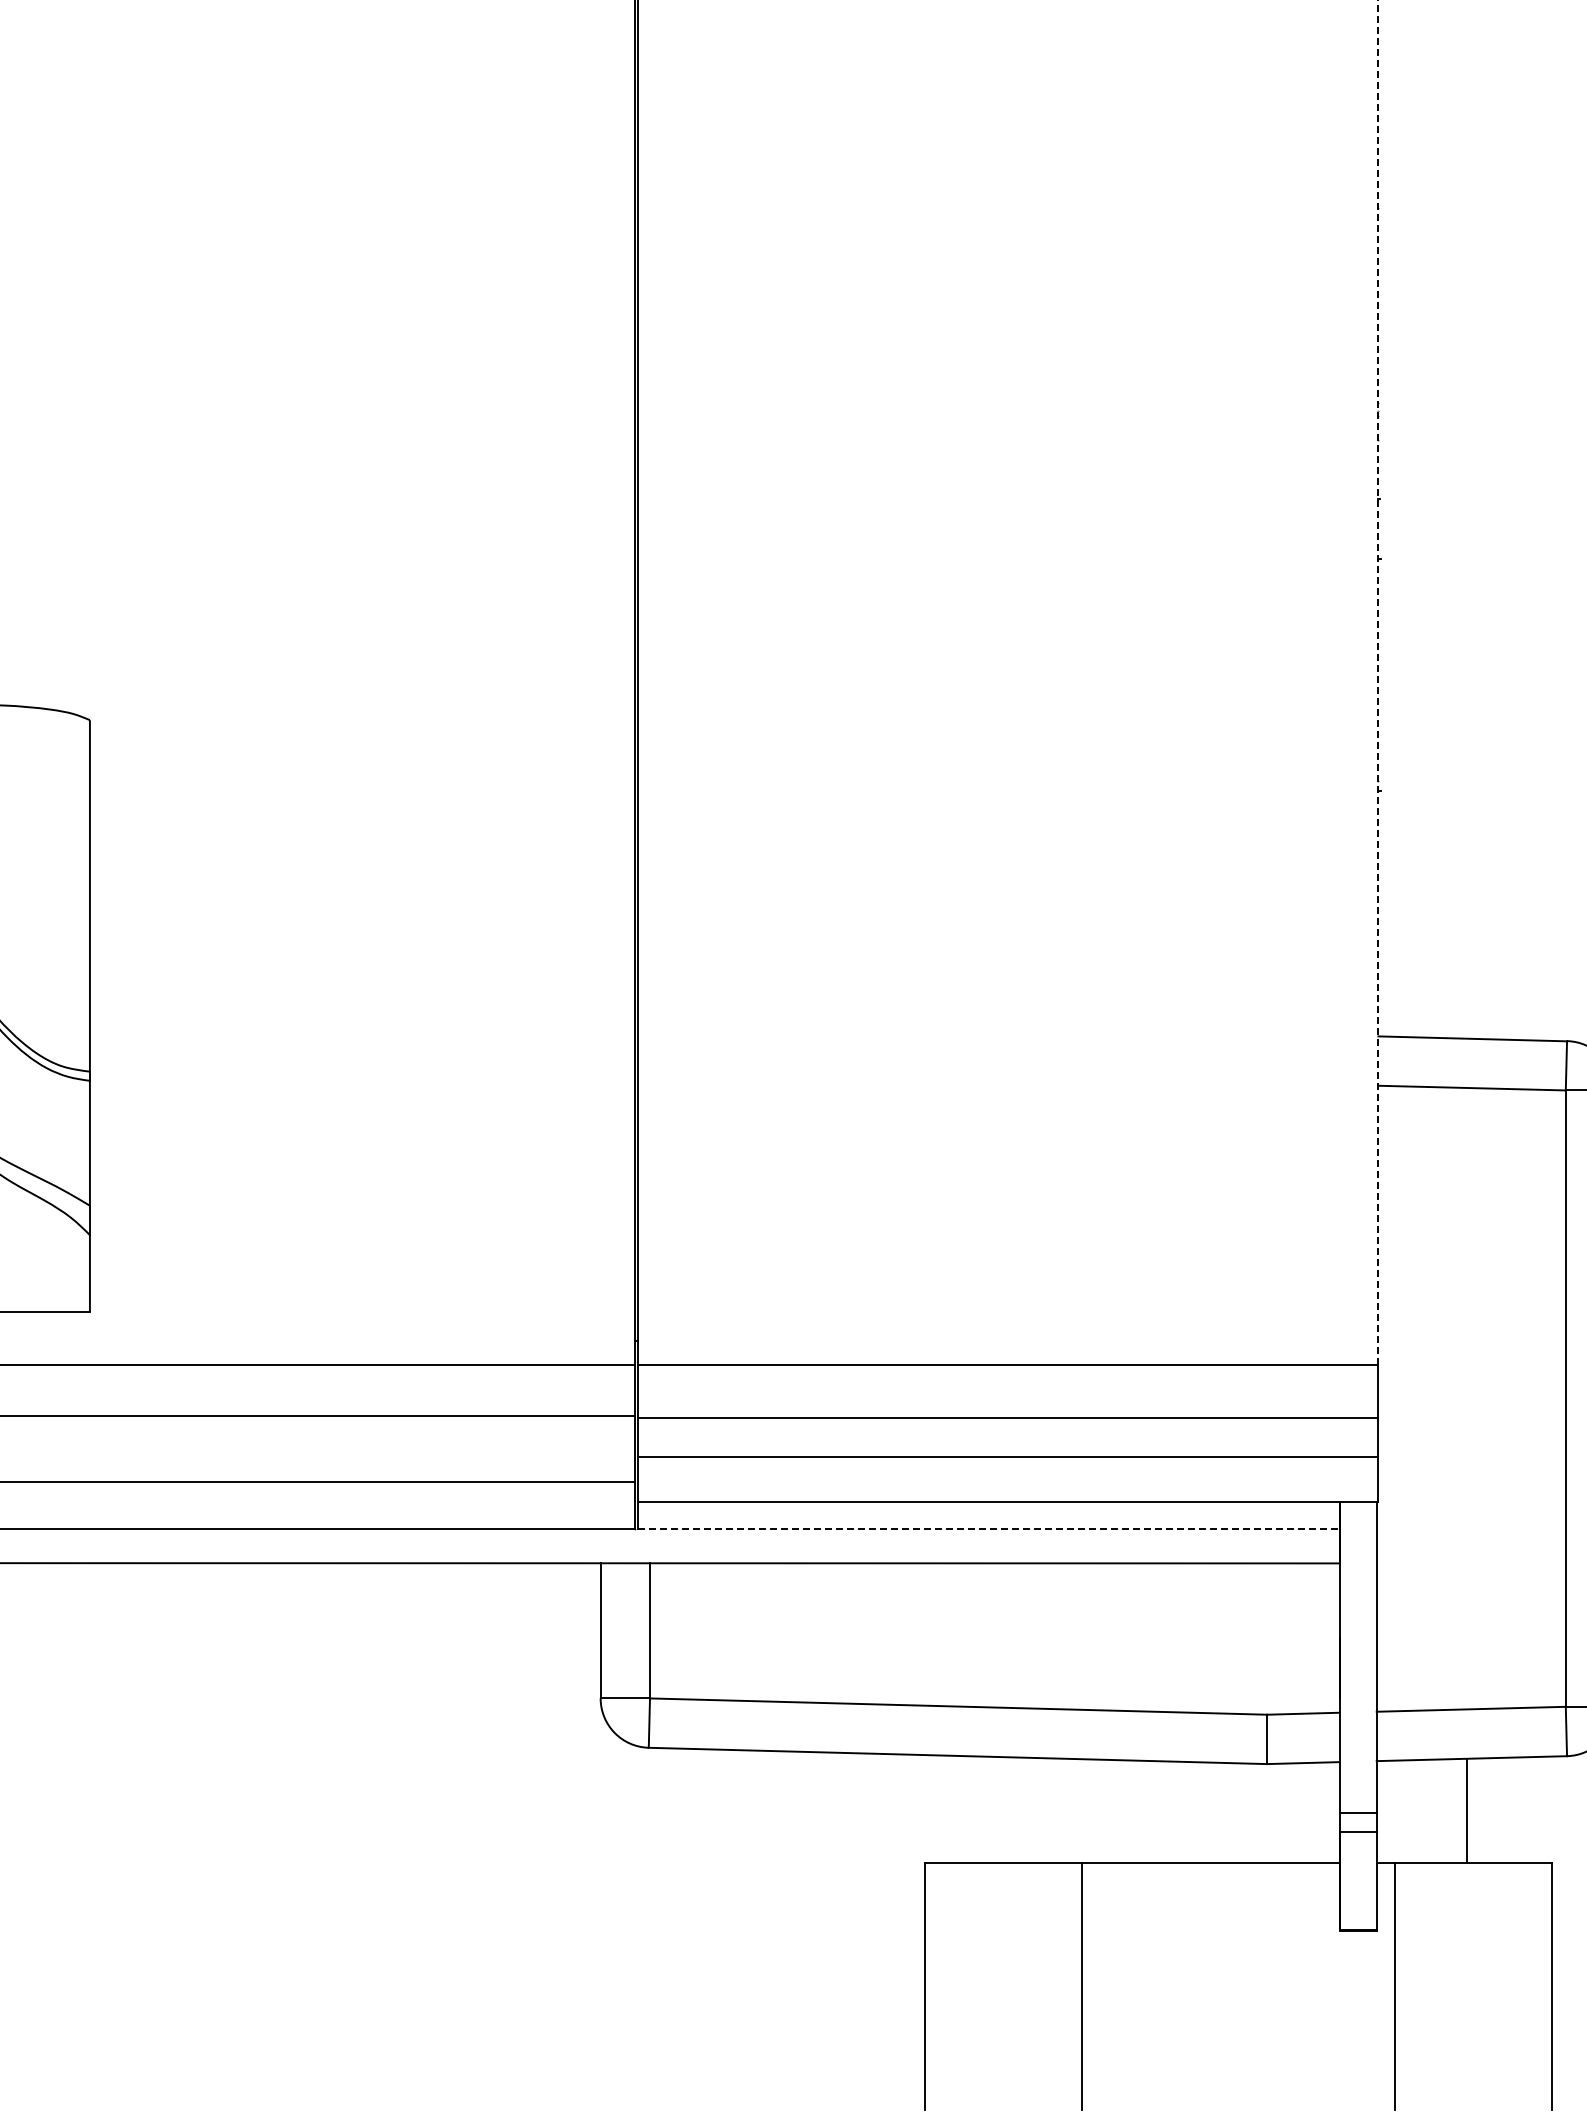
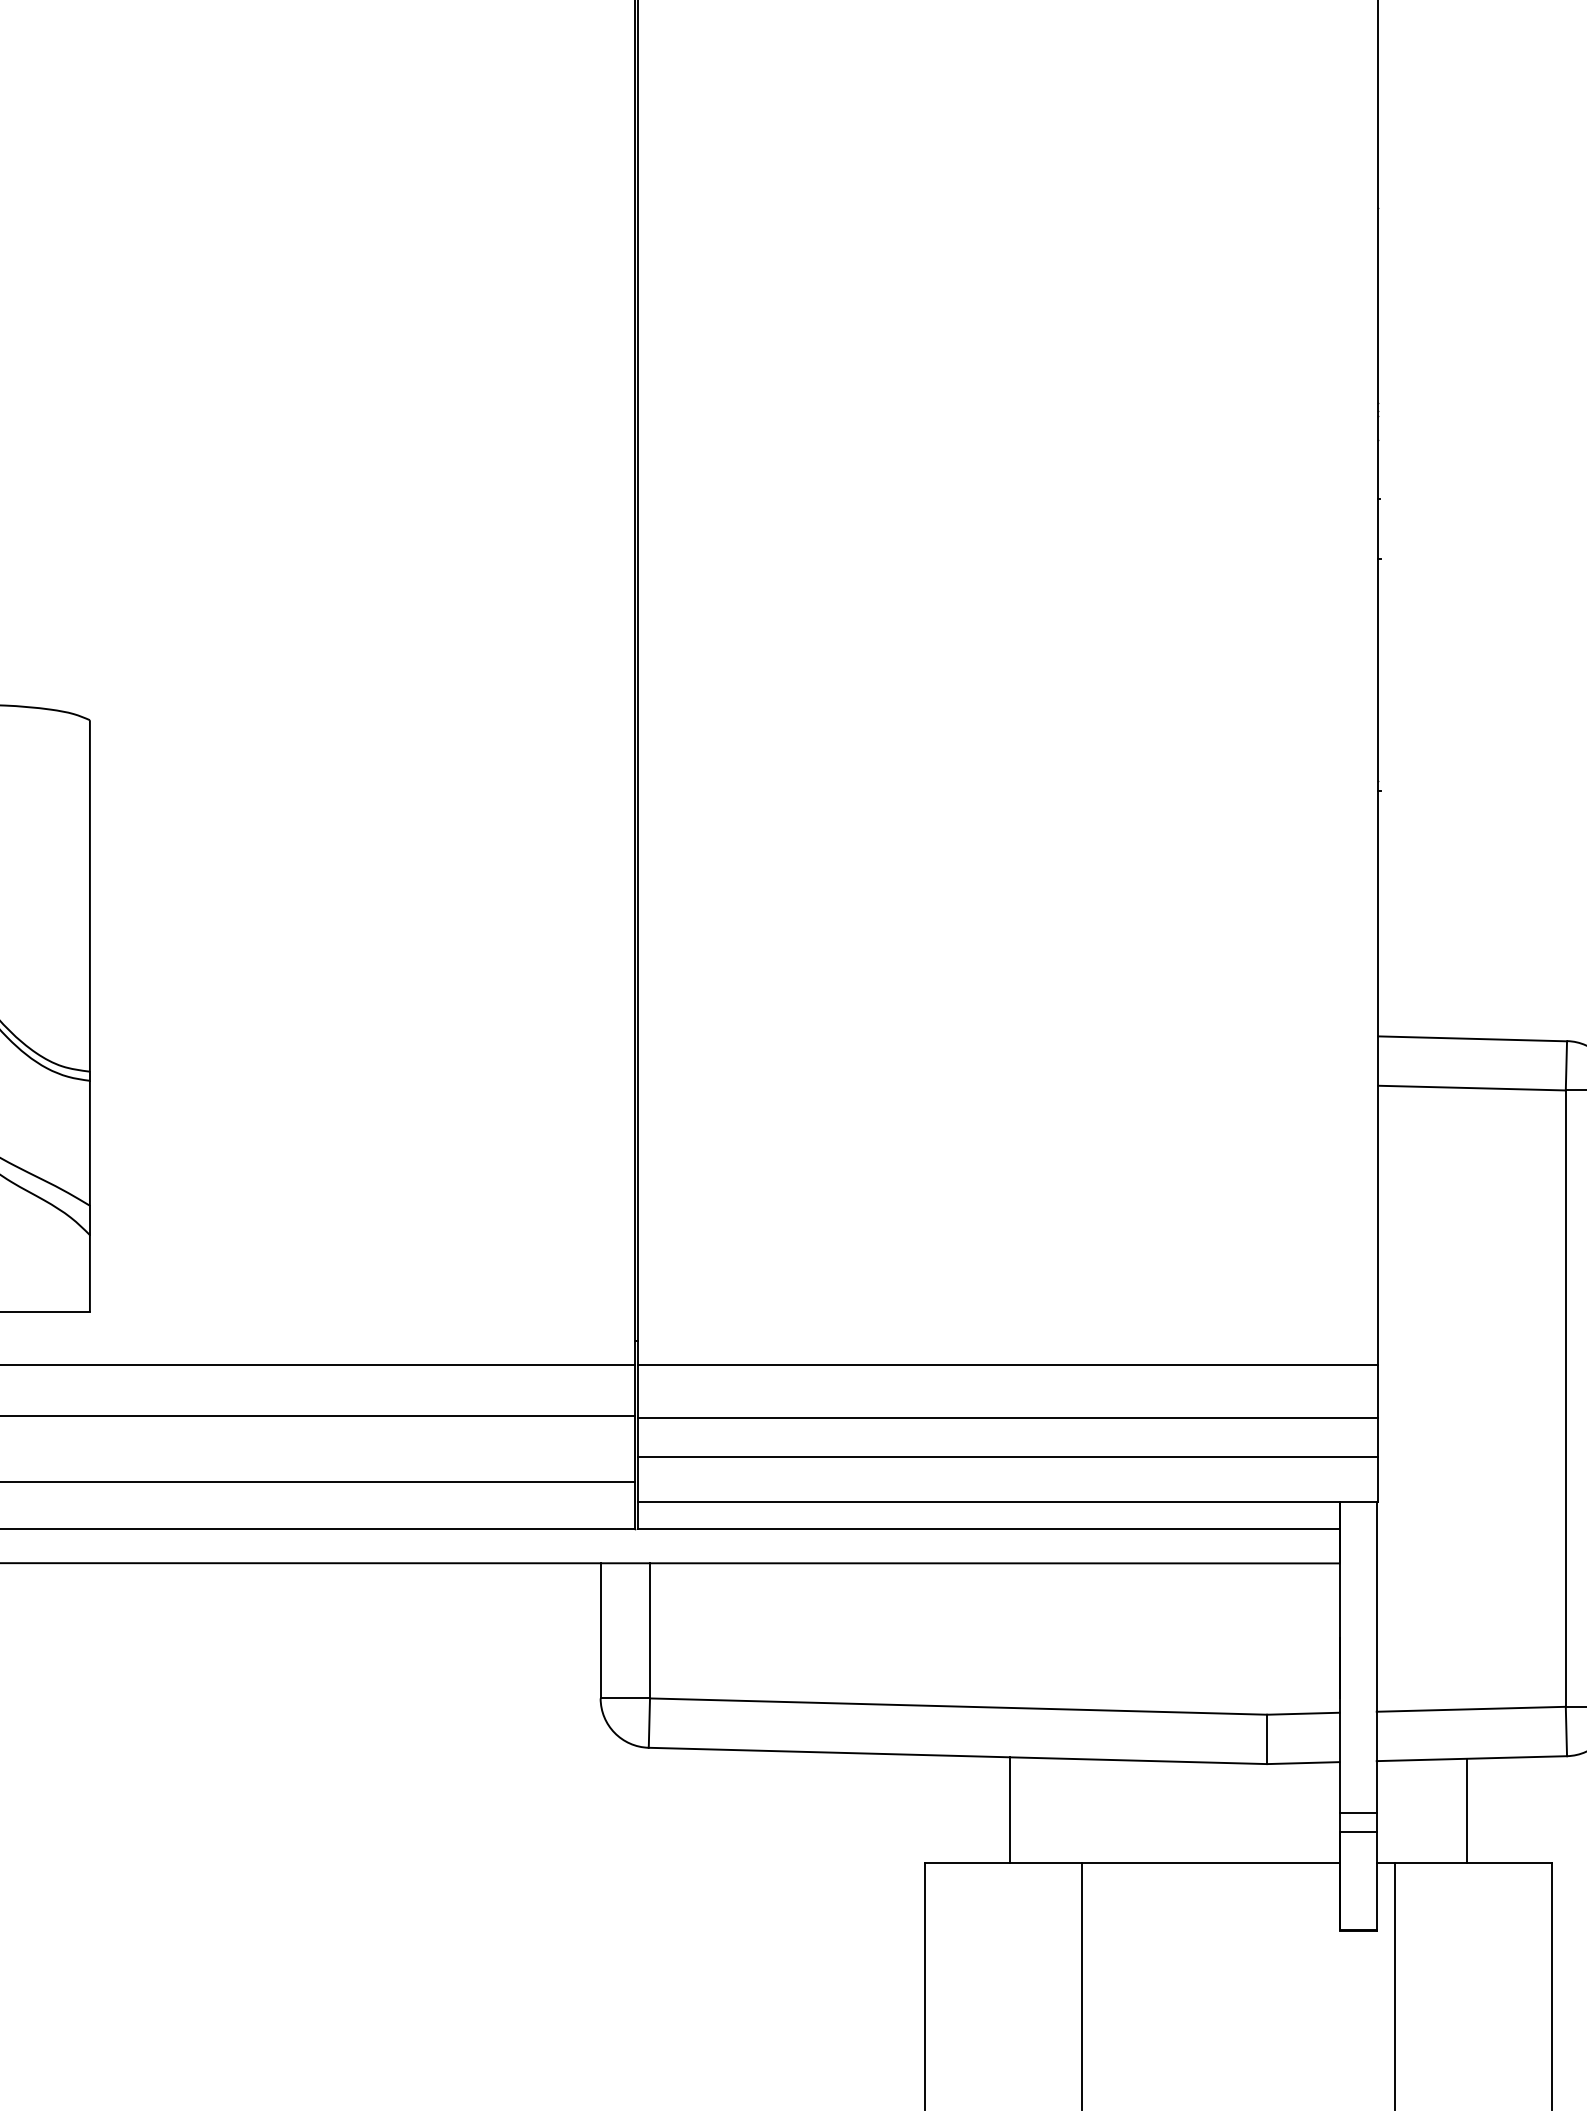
line at (1378, 682): dashed -> solid
line at (988, 1529): dashed -> solid
line at (1010, 1809): none -> present
